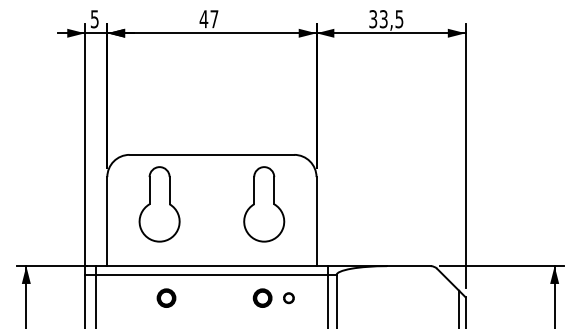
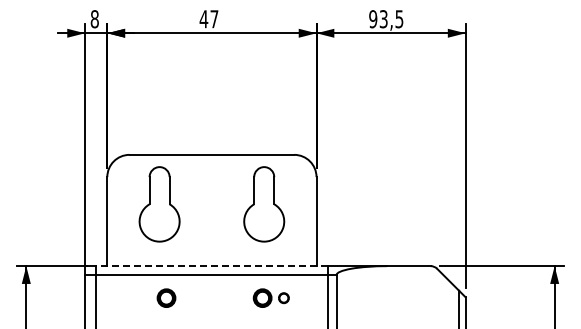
text at (94, 19): 5 -> 8
text at (373, 19): 33,5 -> 93,5
line at (211, 266): solid -> dashed
part at (288, 298) position: (288, 298) -> (283, 298)
